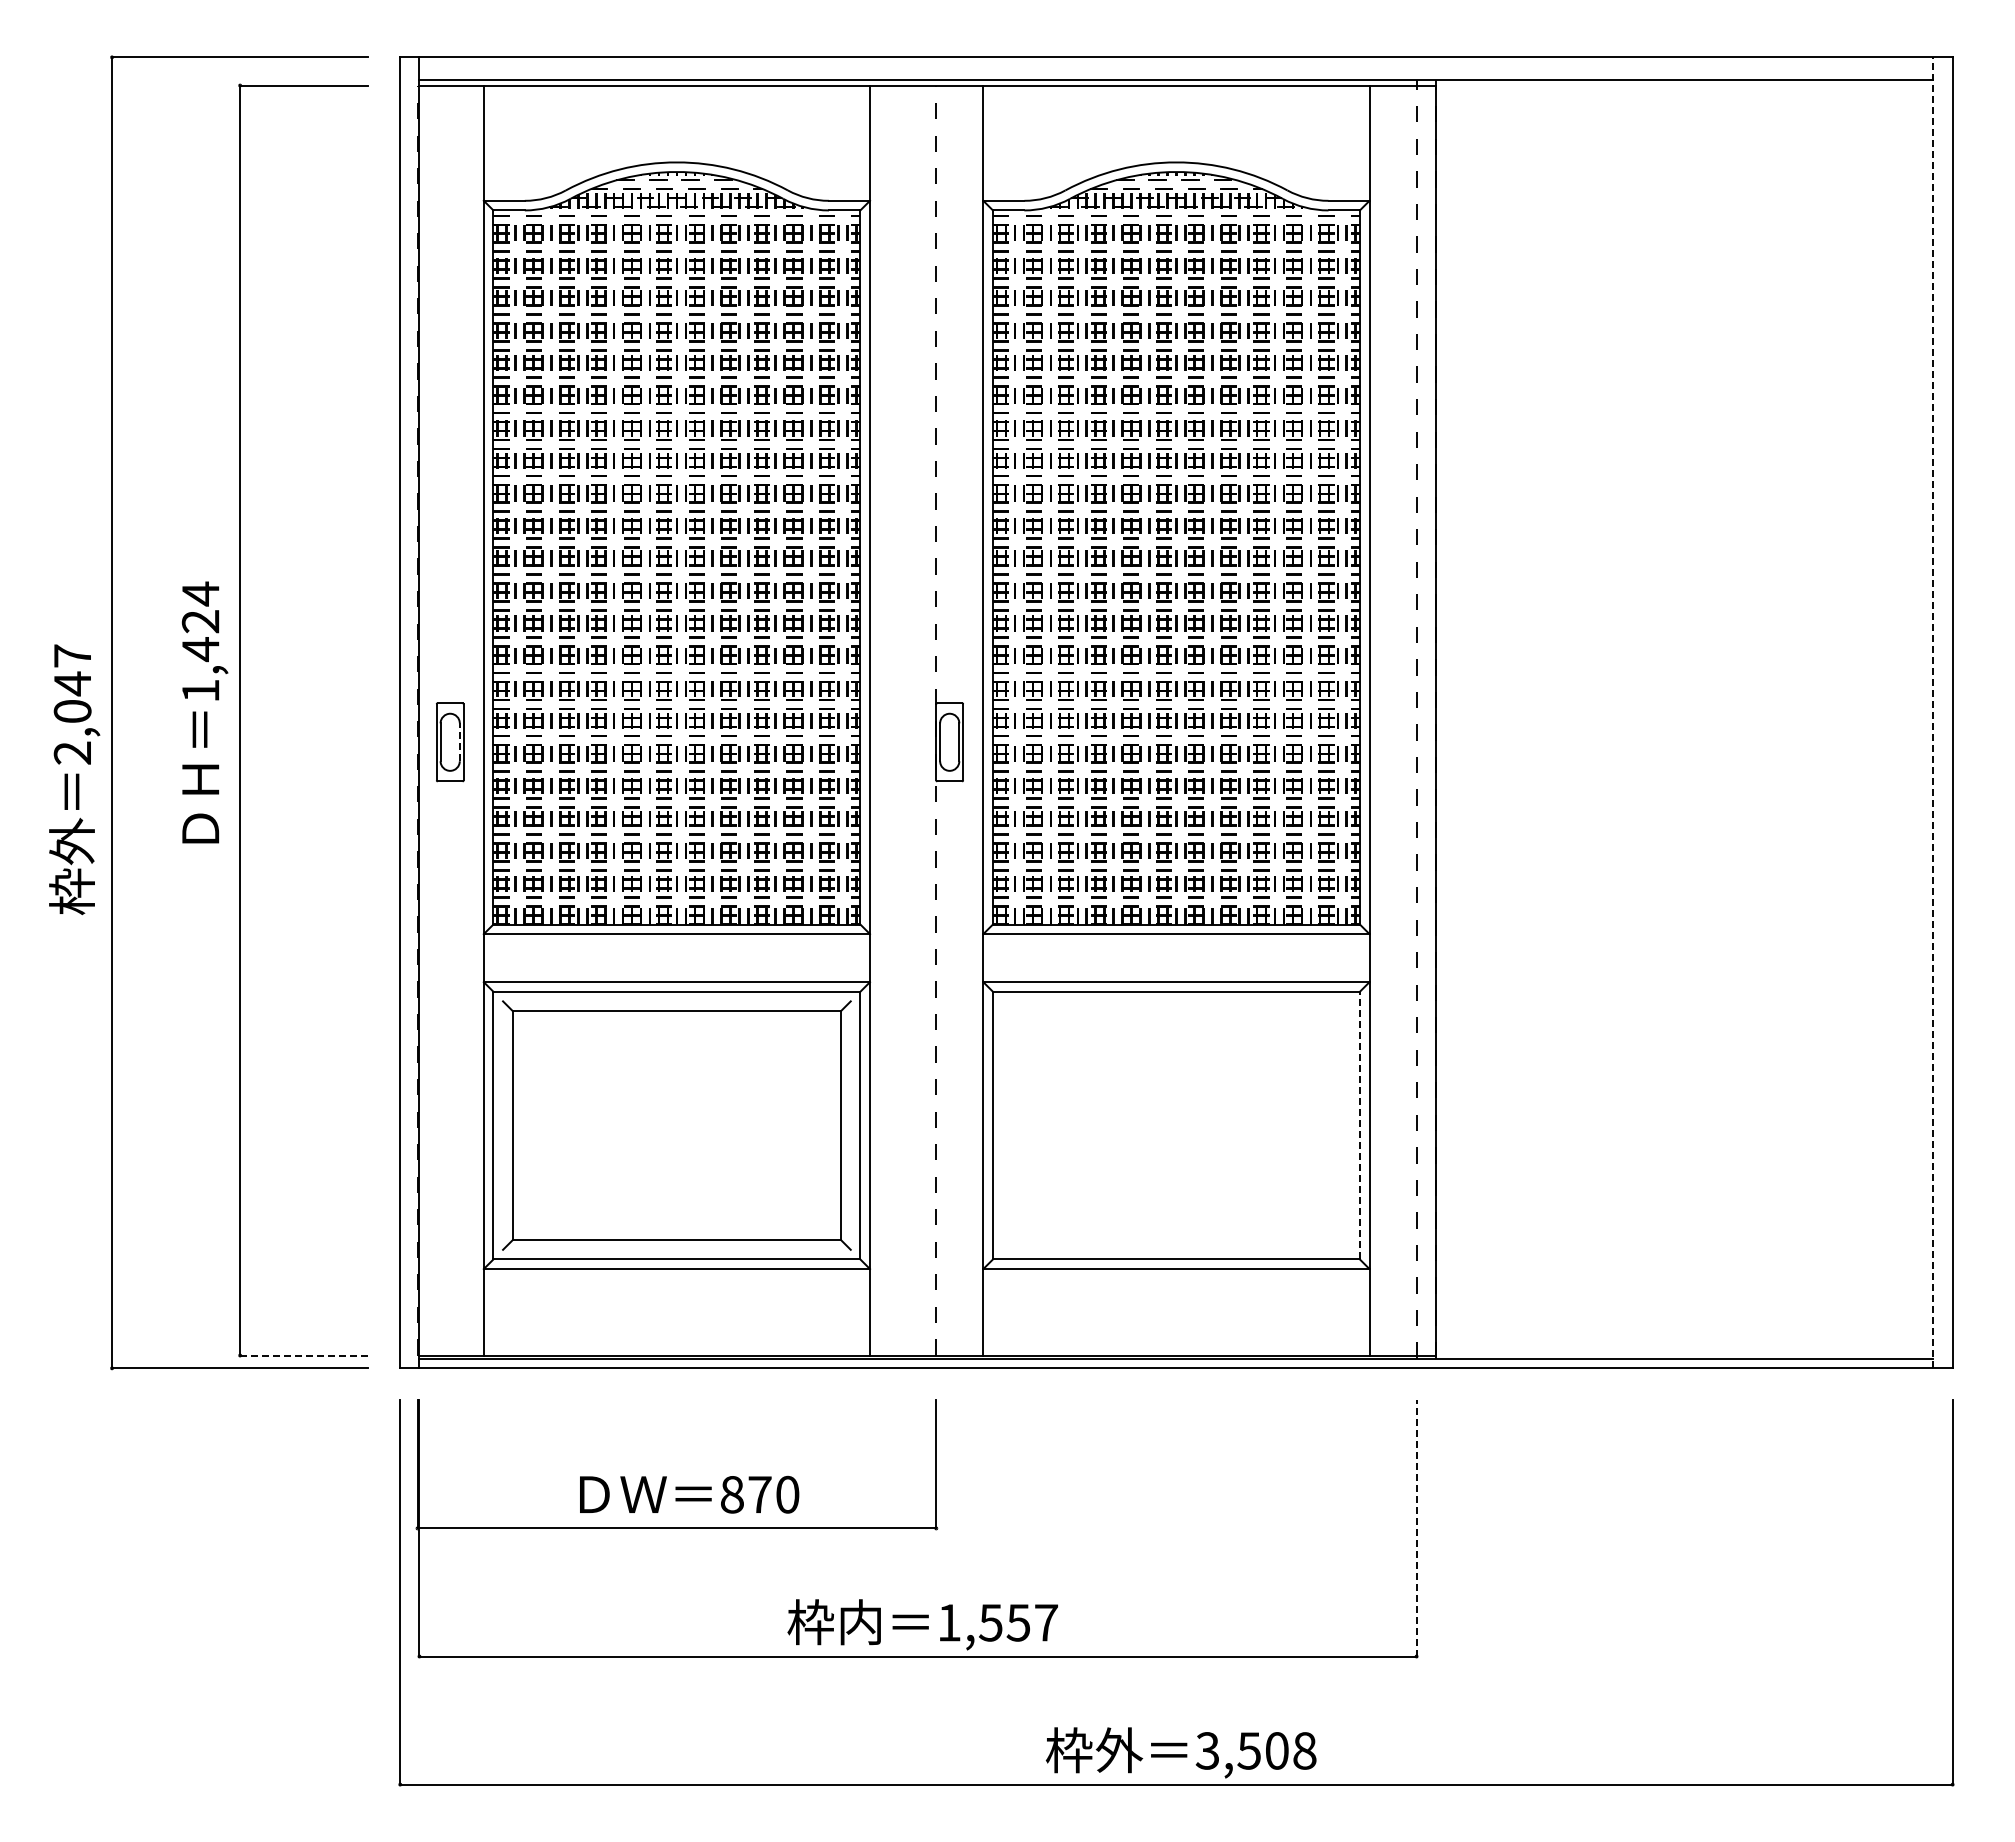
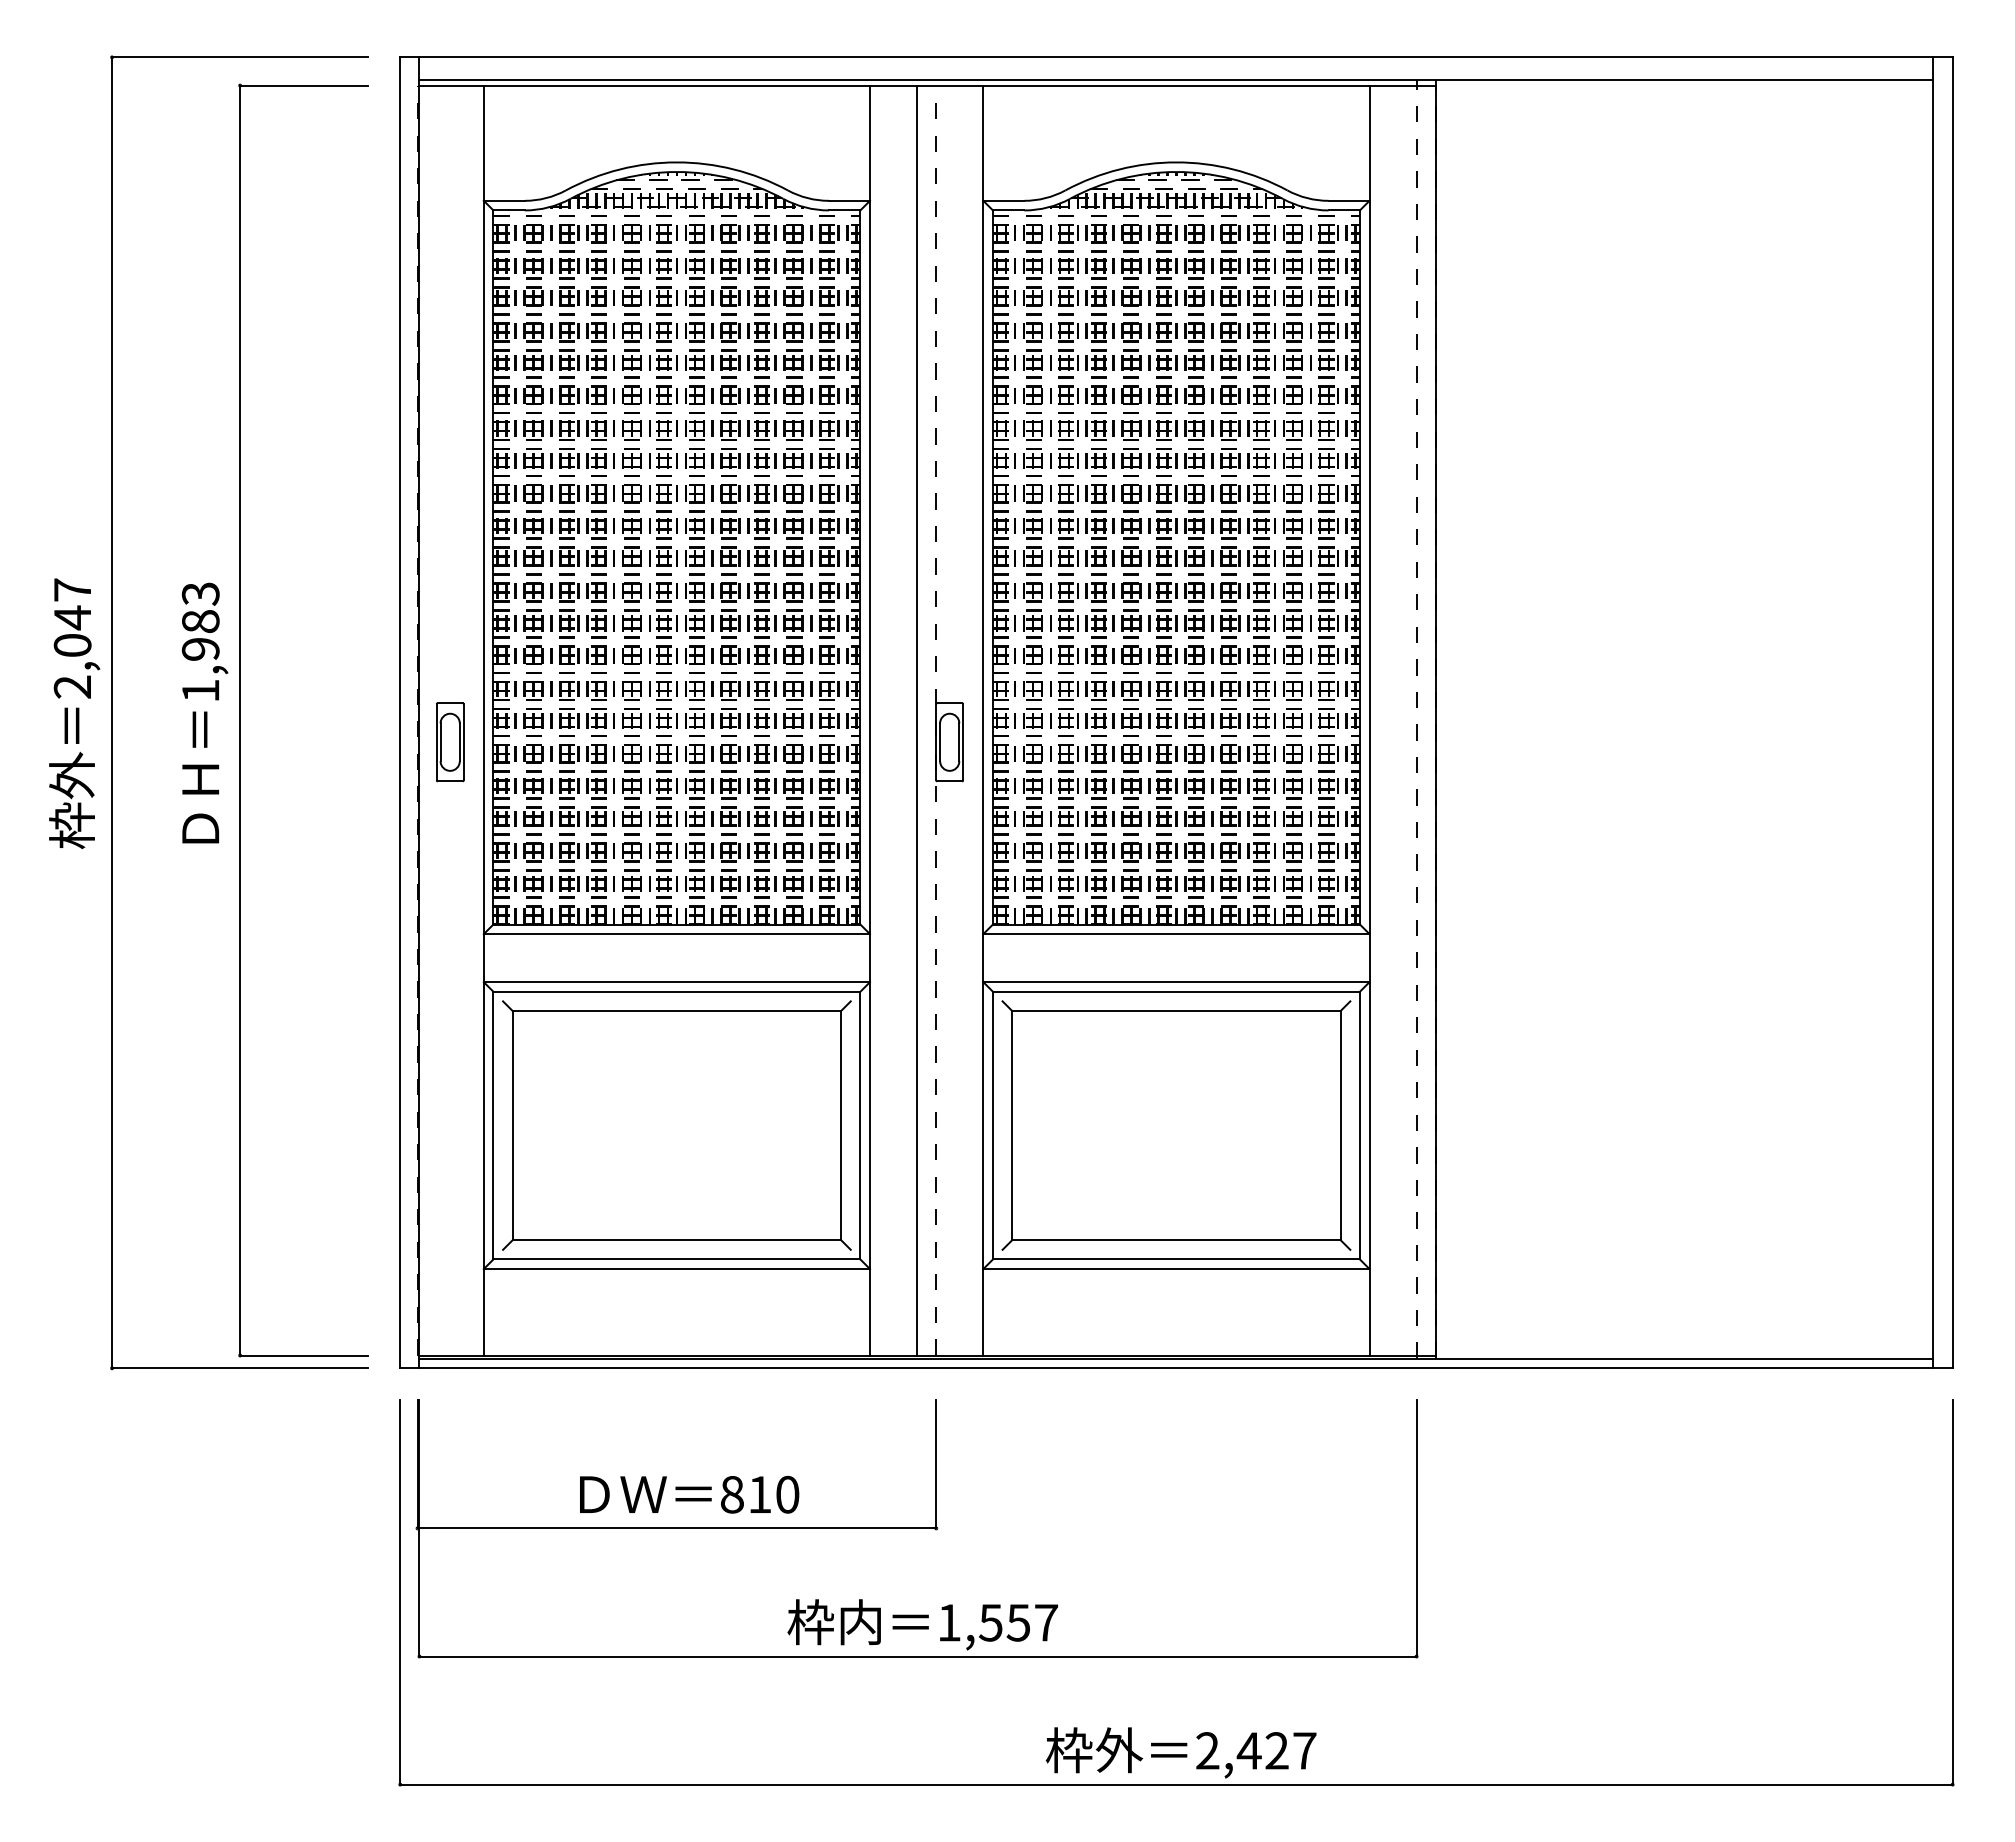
text at (200, 621): 1,424 -> 1,983
line at (1933, 712): dashed -> solid
line at (917, 720): none -> present
line at (459, 742): dashed -> solid
text at (74, 779) position: (74, 779) -> (74, 713)
part at (1176, 1125): none -> present
line at (1359, 1125): dashed -> solid
line at (304, 1355): dashed -> solid
text at (759, 1494): 870 -> 810
line at (1416, 1527): dashed -> solid
text at (1255, 1750): 3,508 -> 2,427
